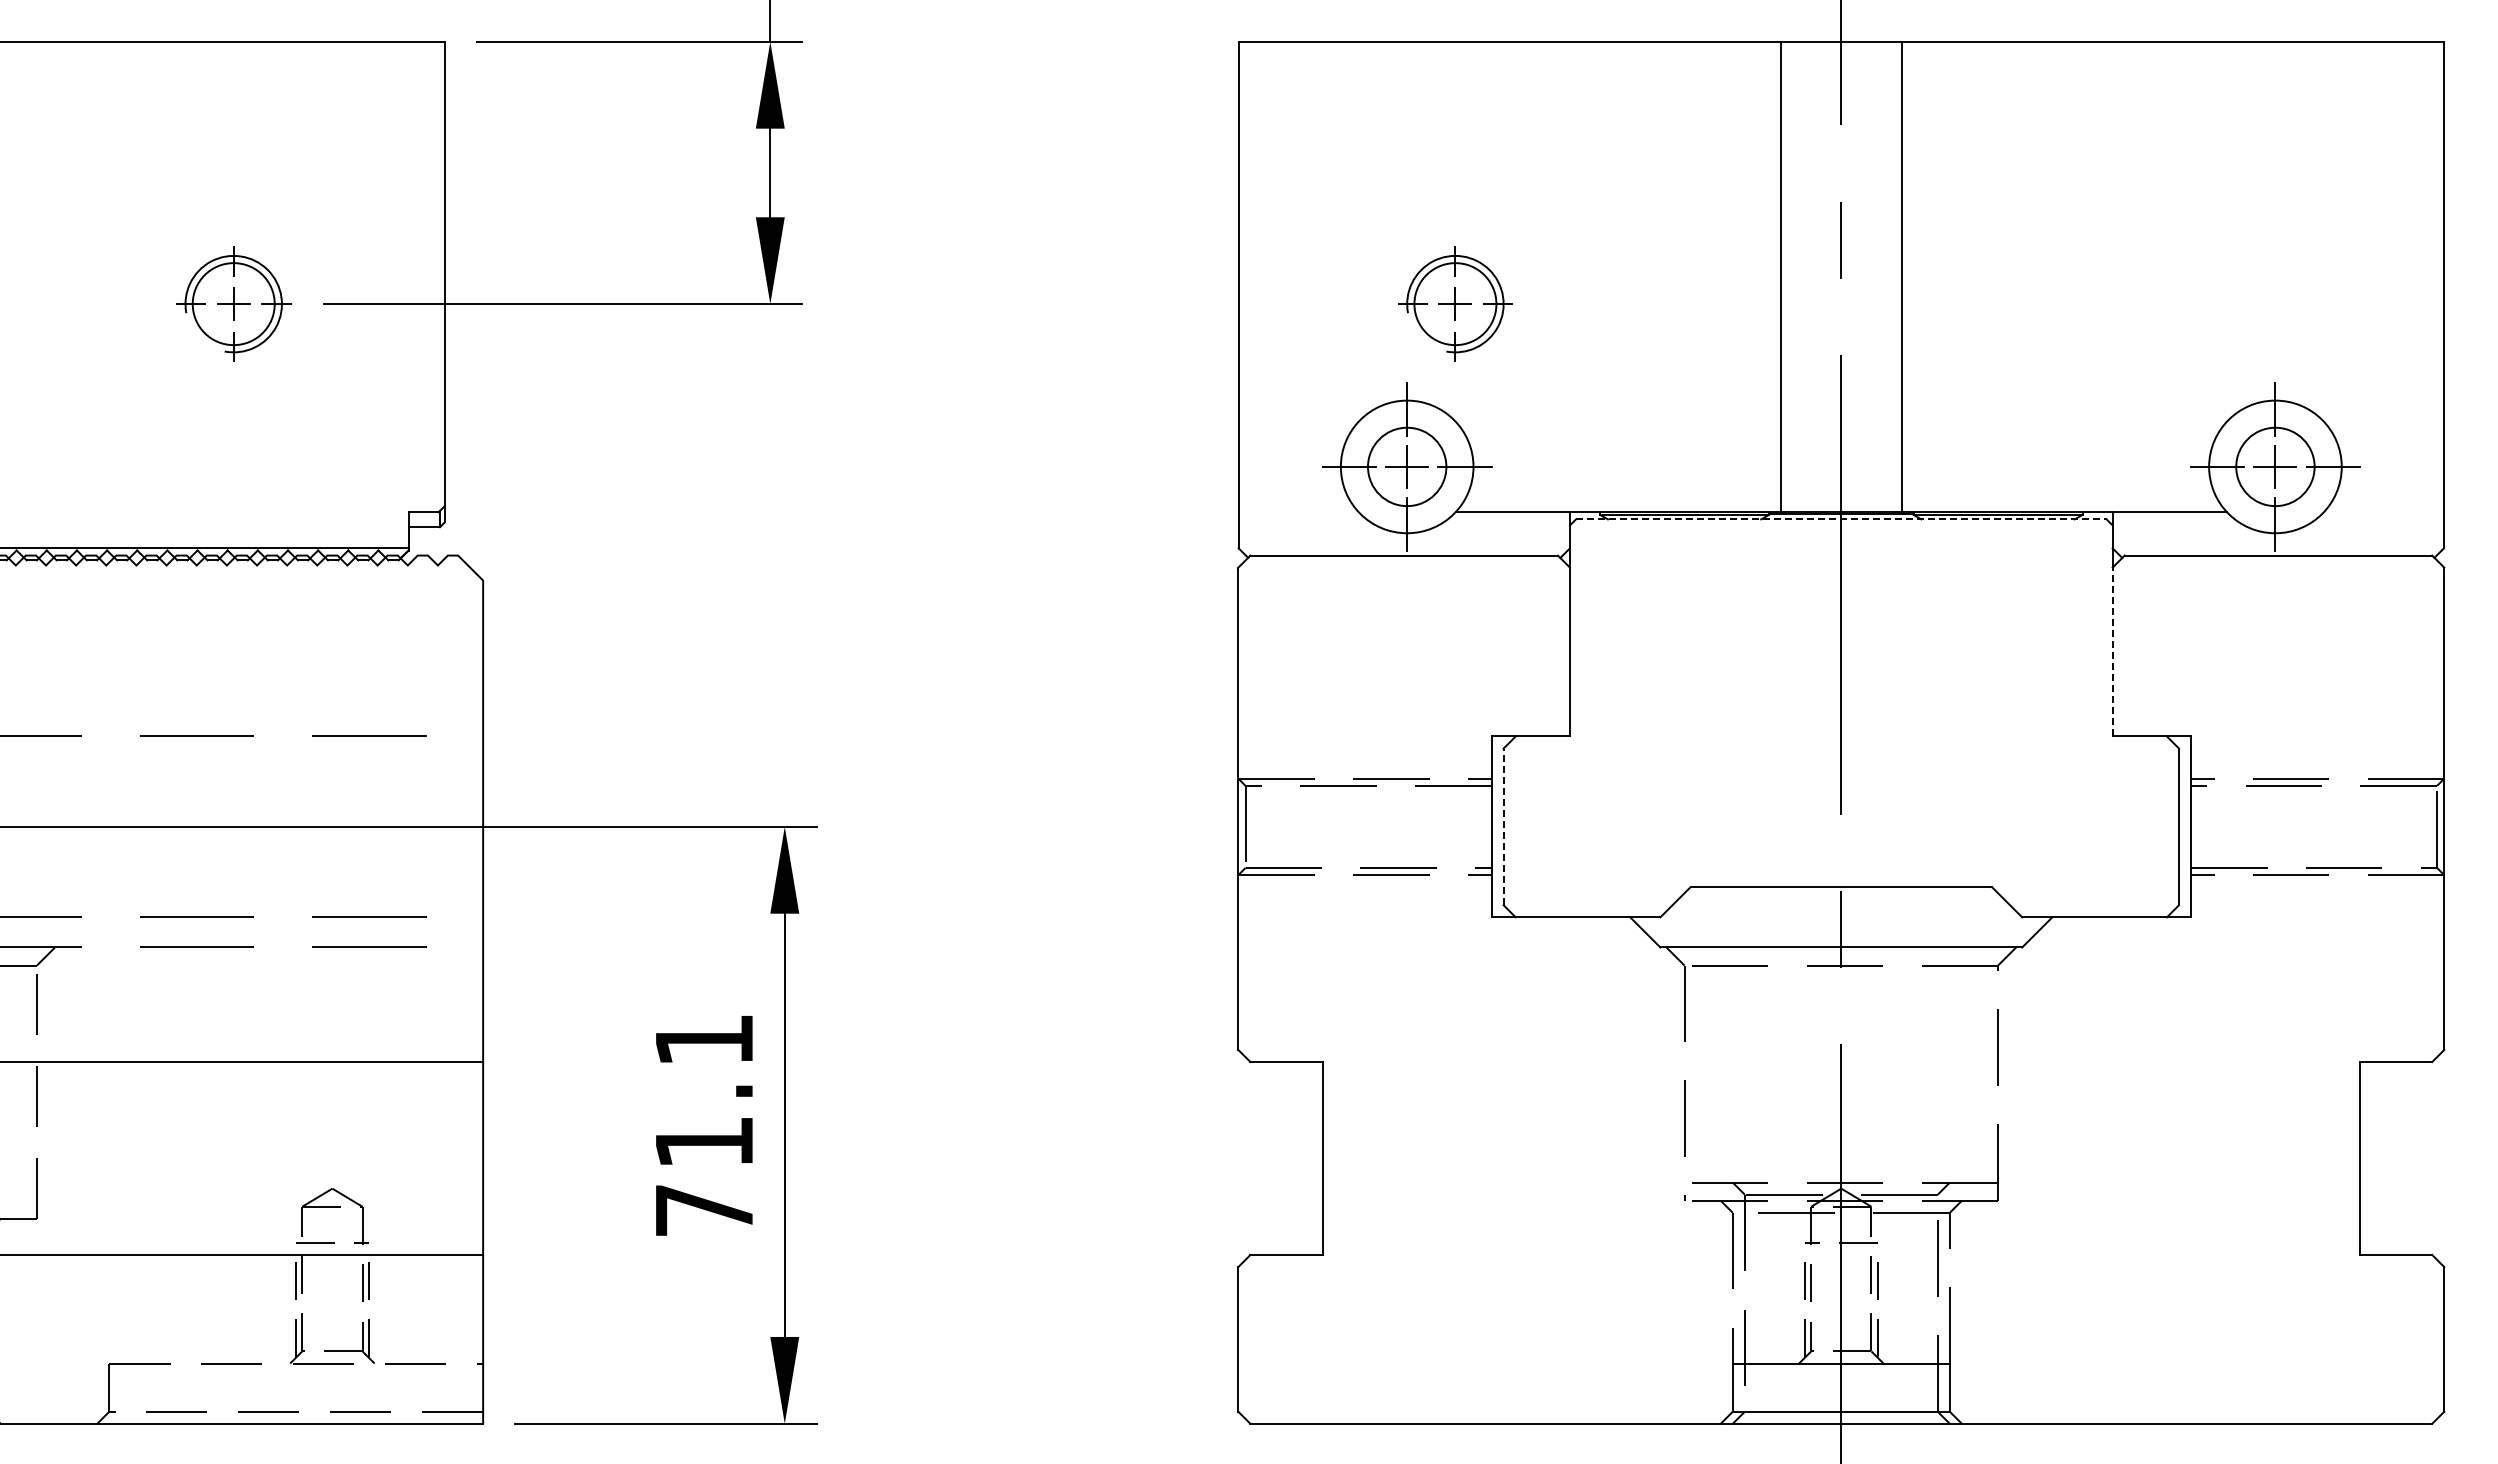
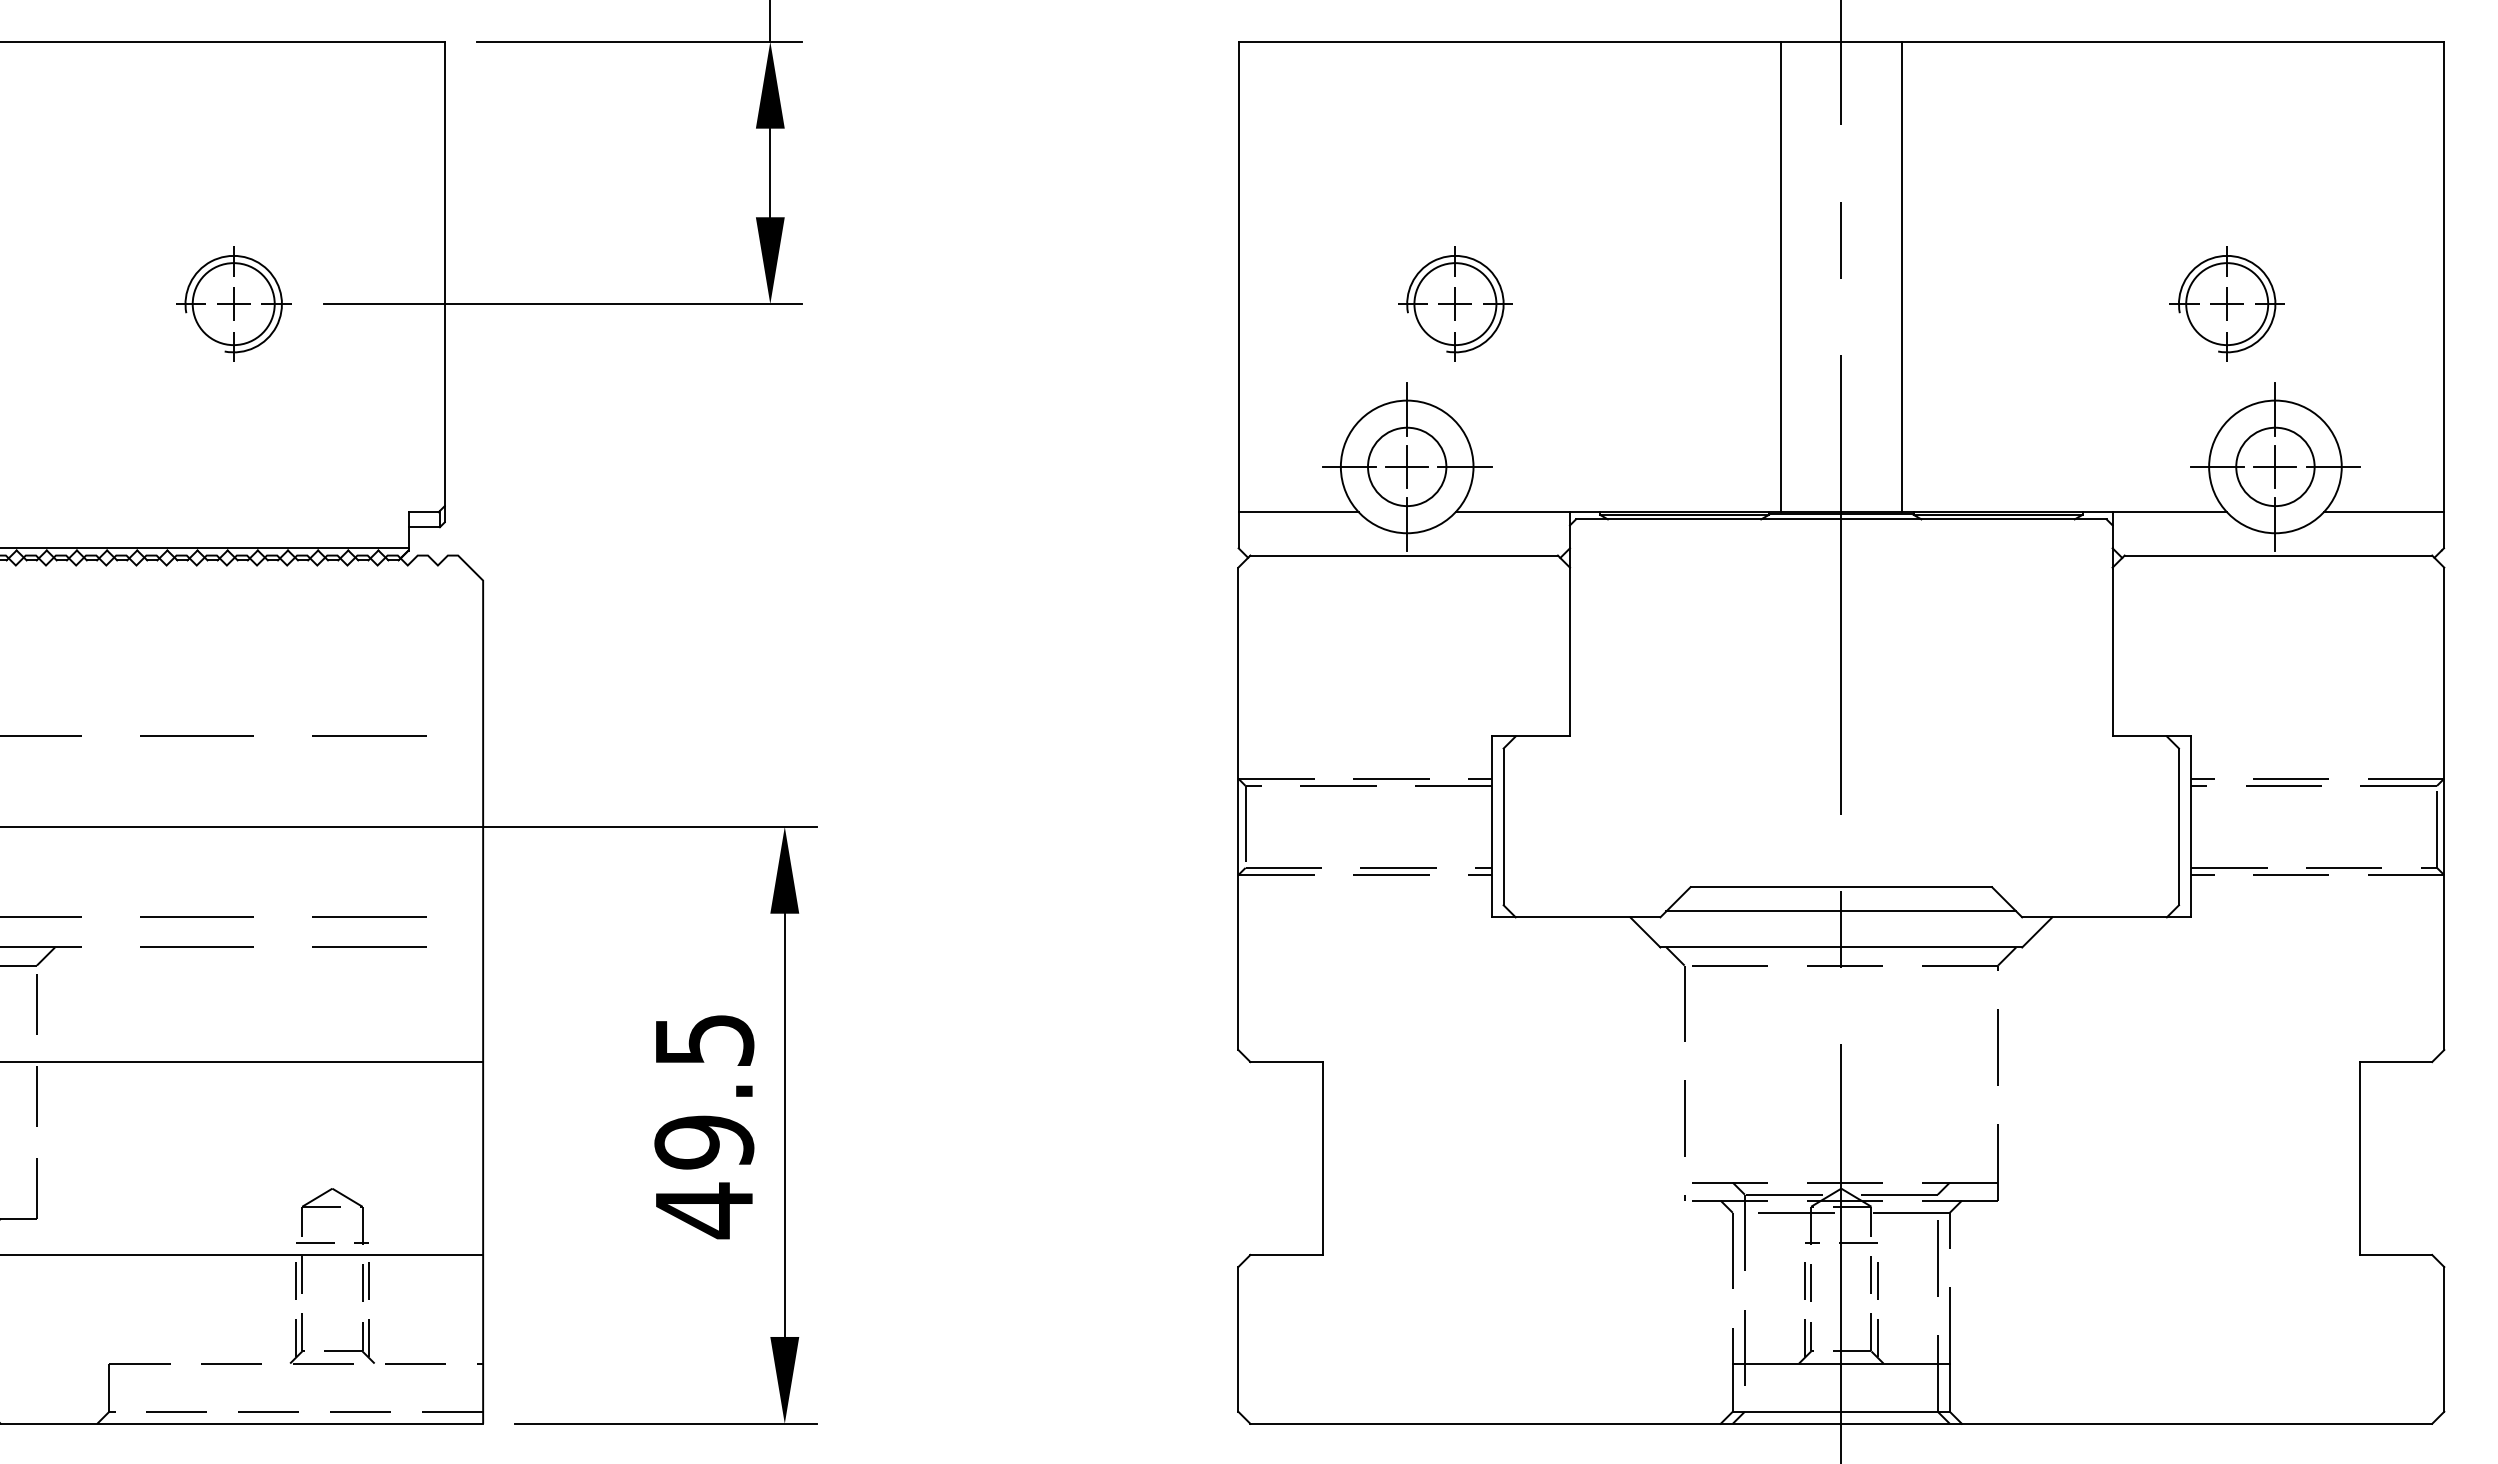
part at (2226, 303): none -> present
line at (1298, 512): none -> present
line at (2383, 512): none -> present
line at (1841, 519): dashed -> solid
line at (2112, 652): dashed -> solid
line at (1503, 826): dashed -> solid
line at (1841, 911): none -> present
text at (704, 1127): 71.1 -> 49.5
